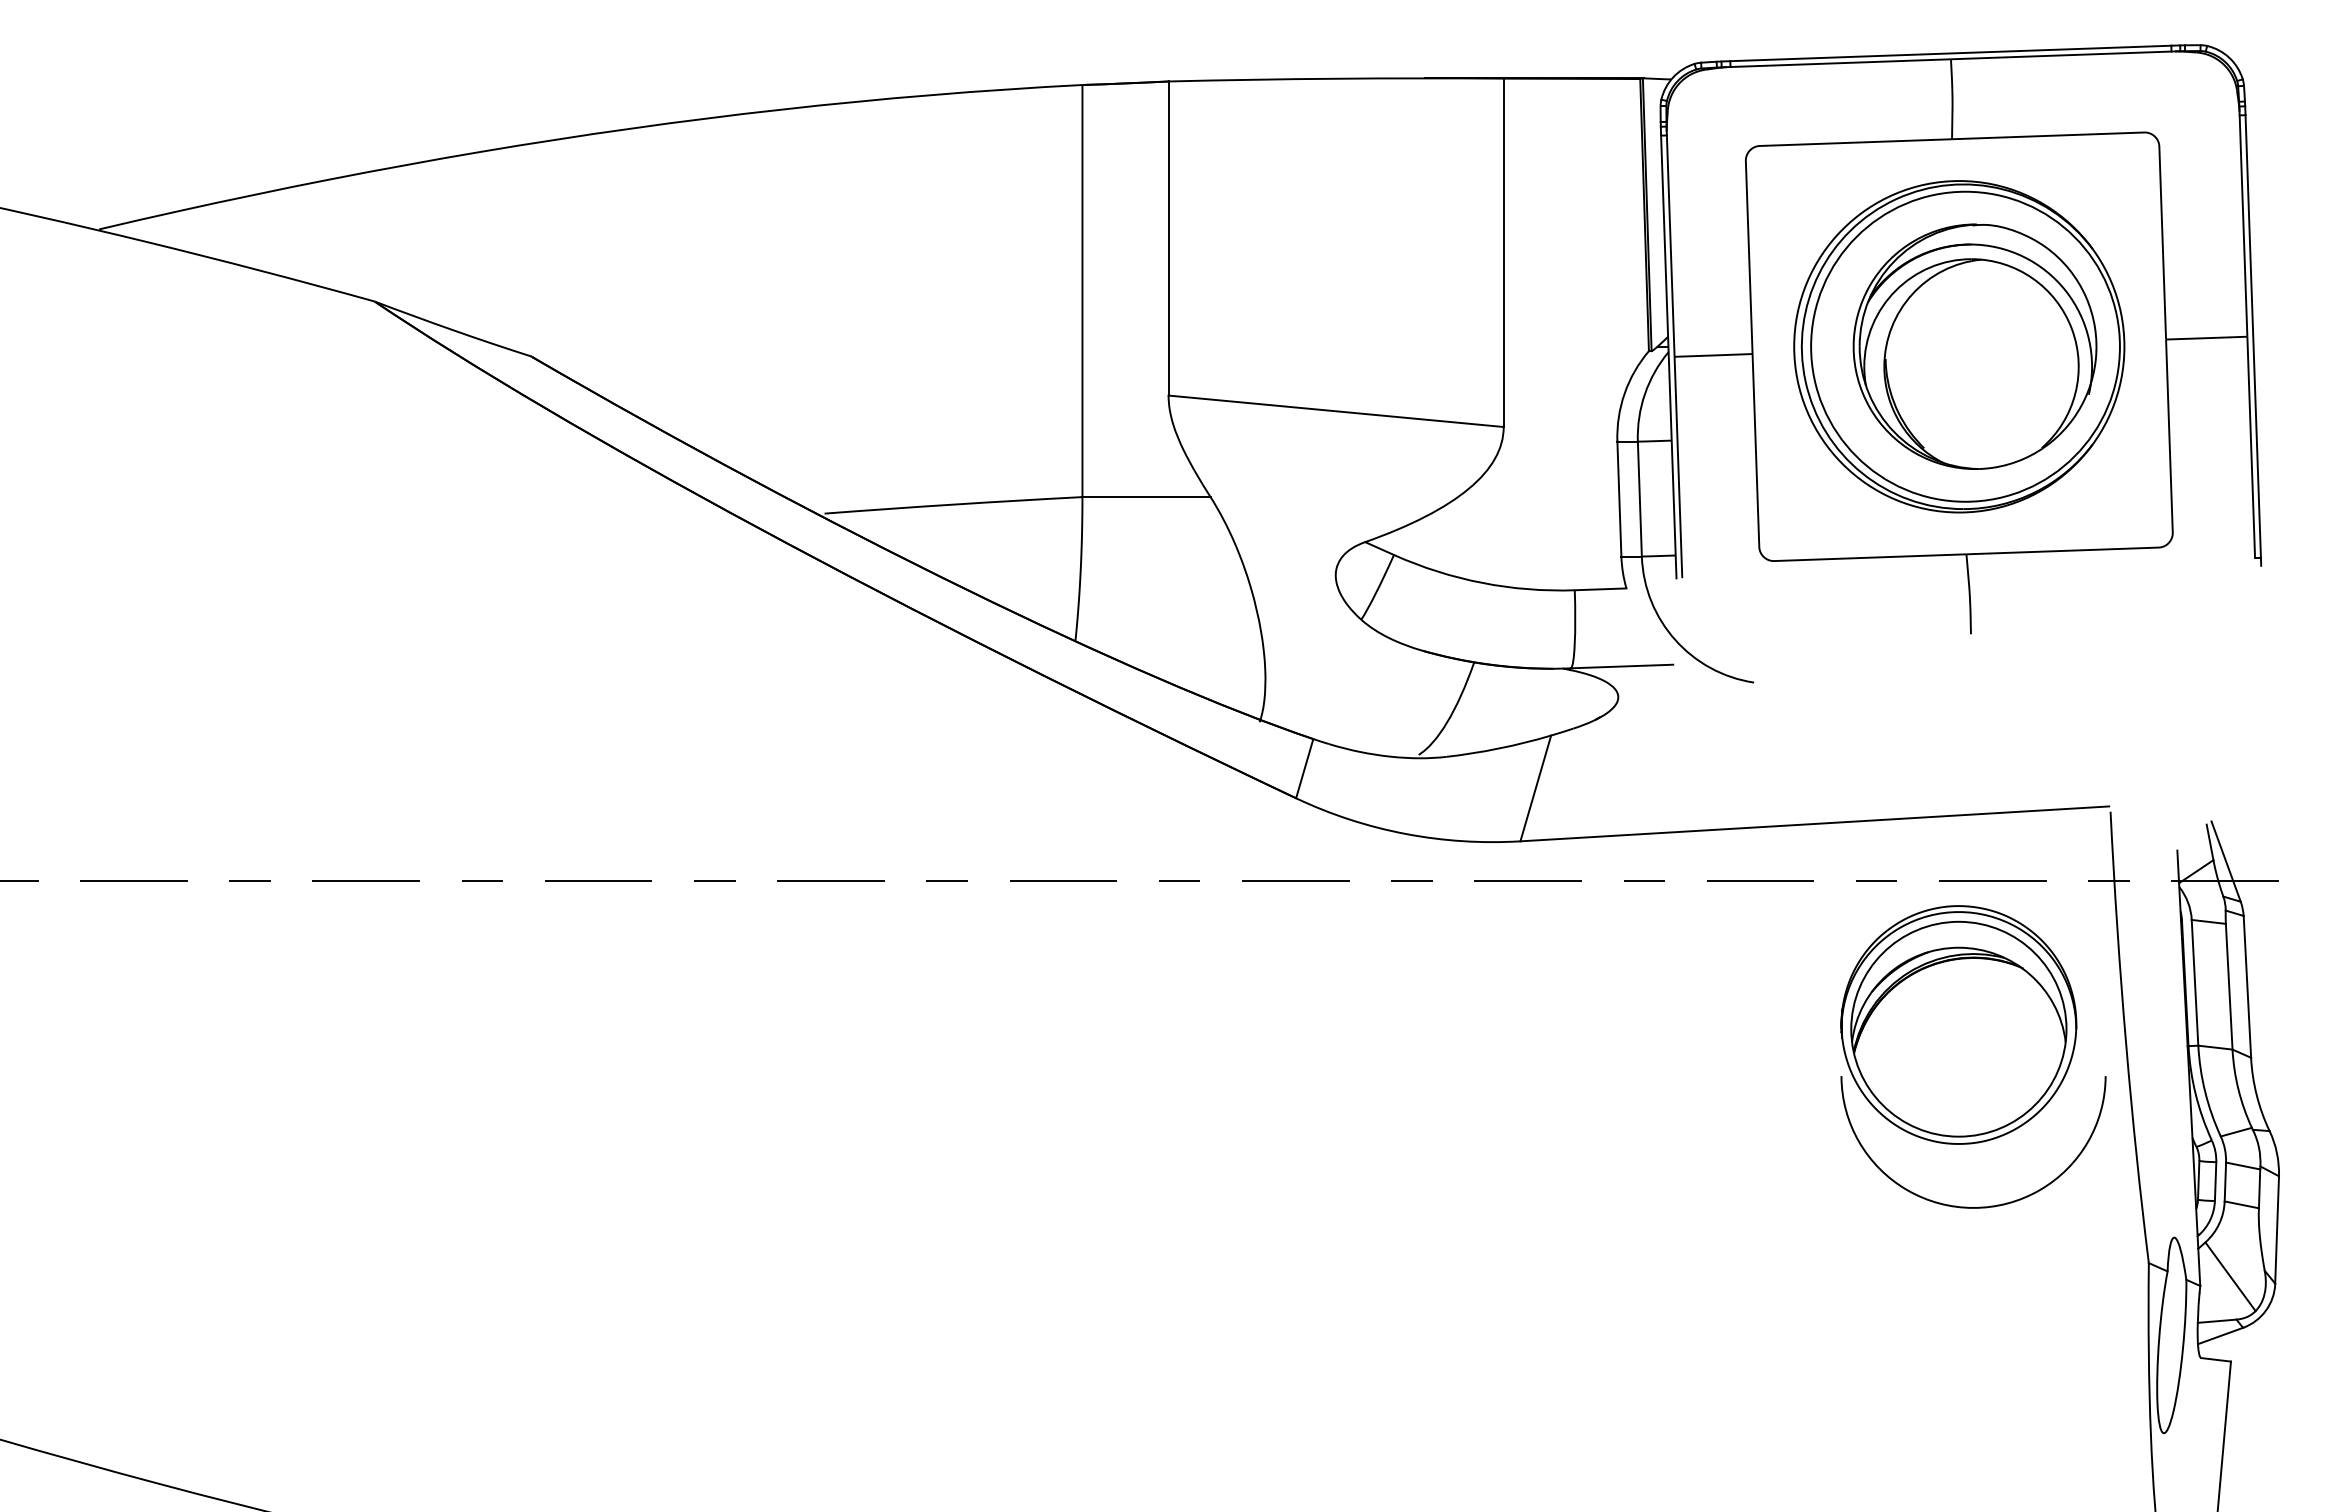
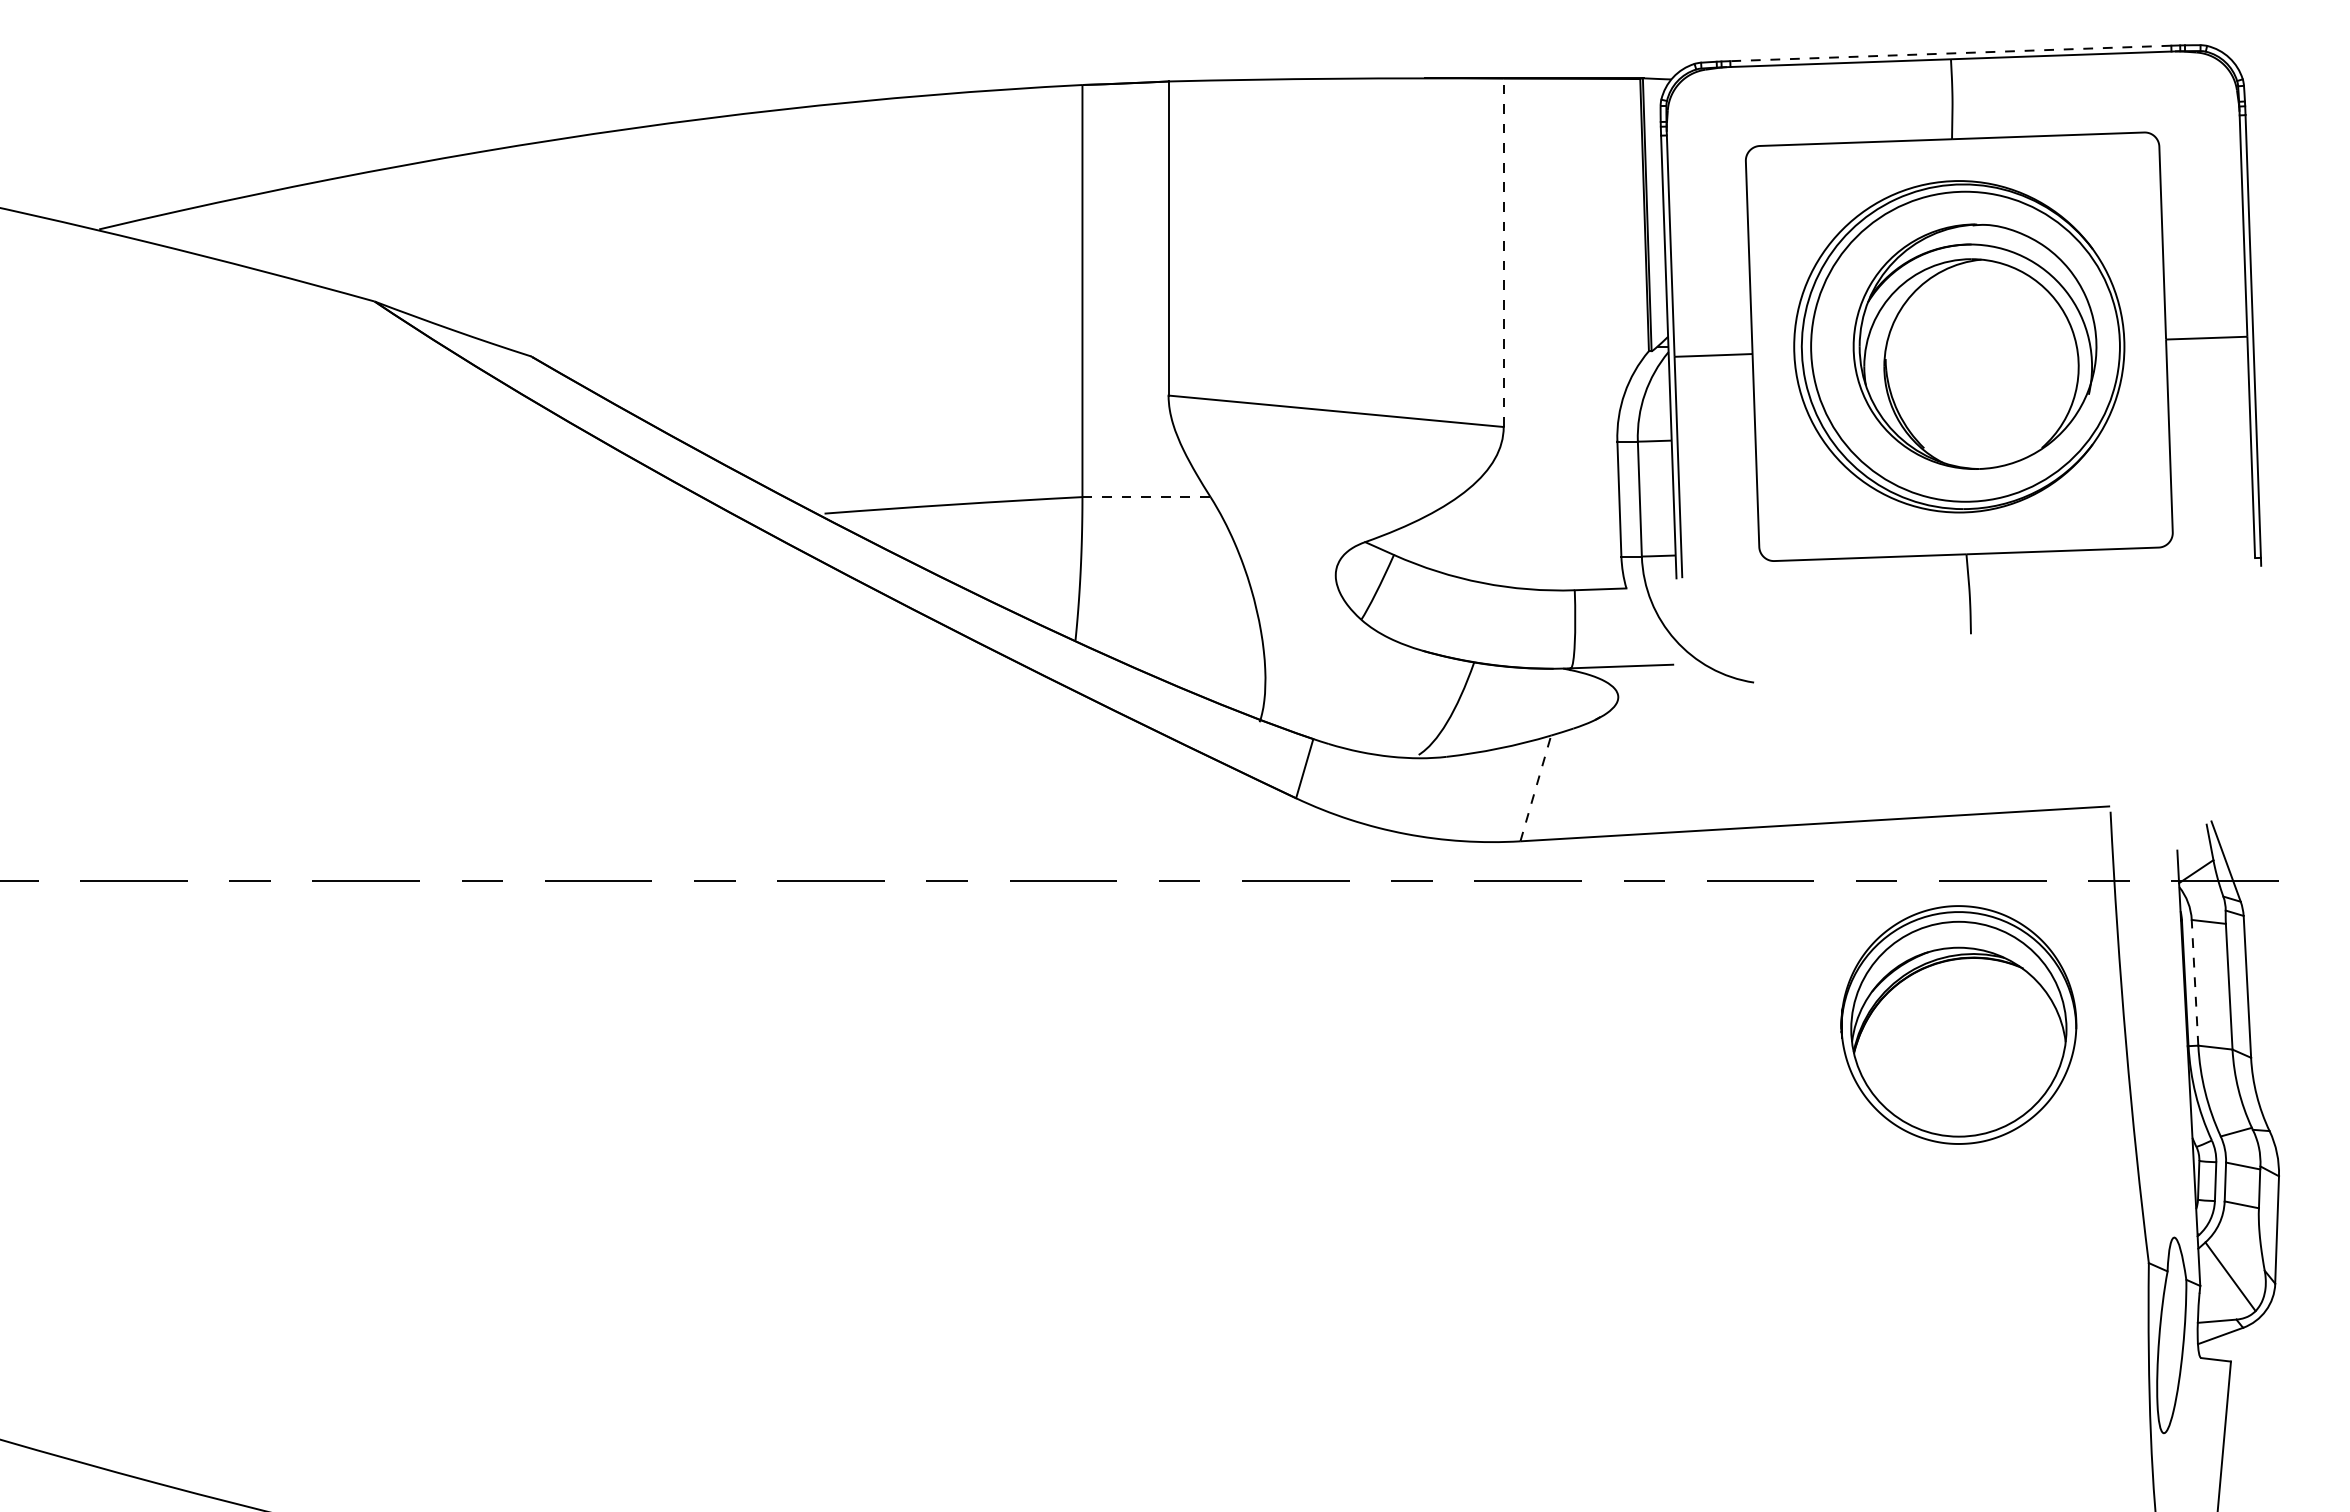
line at (1950, 53): solid -> dashed
line at (1503, 252): solid -> dashed
line at (1147, 497): solid -> dashed
line at (1535, 787): solid -> dashed
line at (2195, 982): solid -> dashed
curve at (1967, 1206): present -> none
